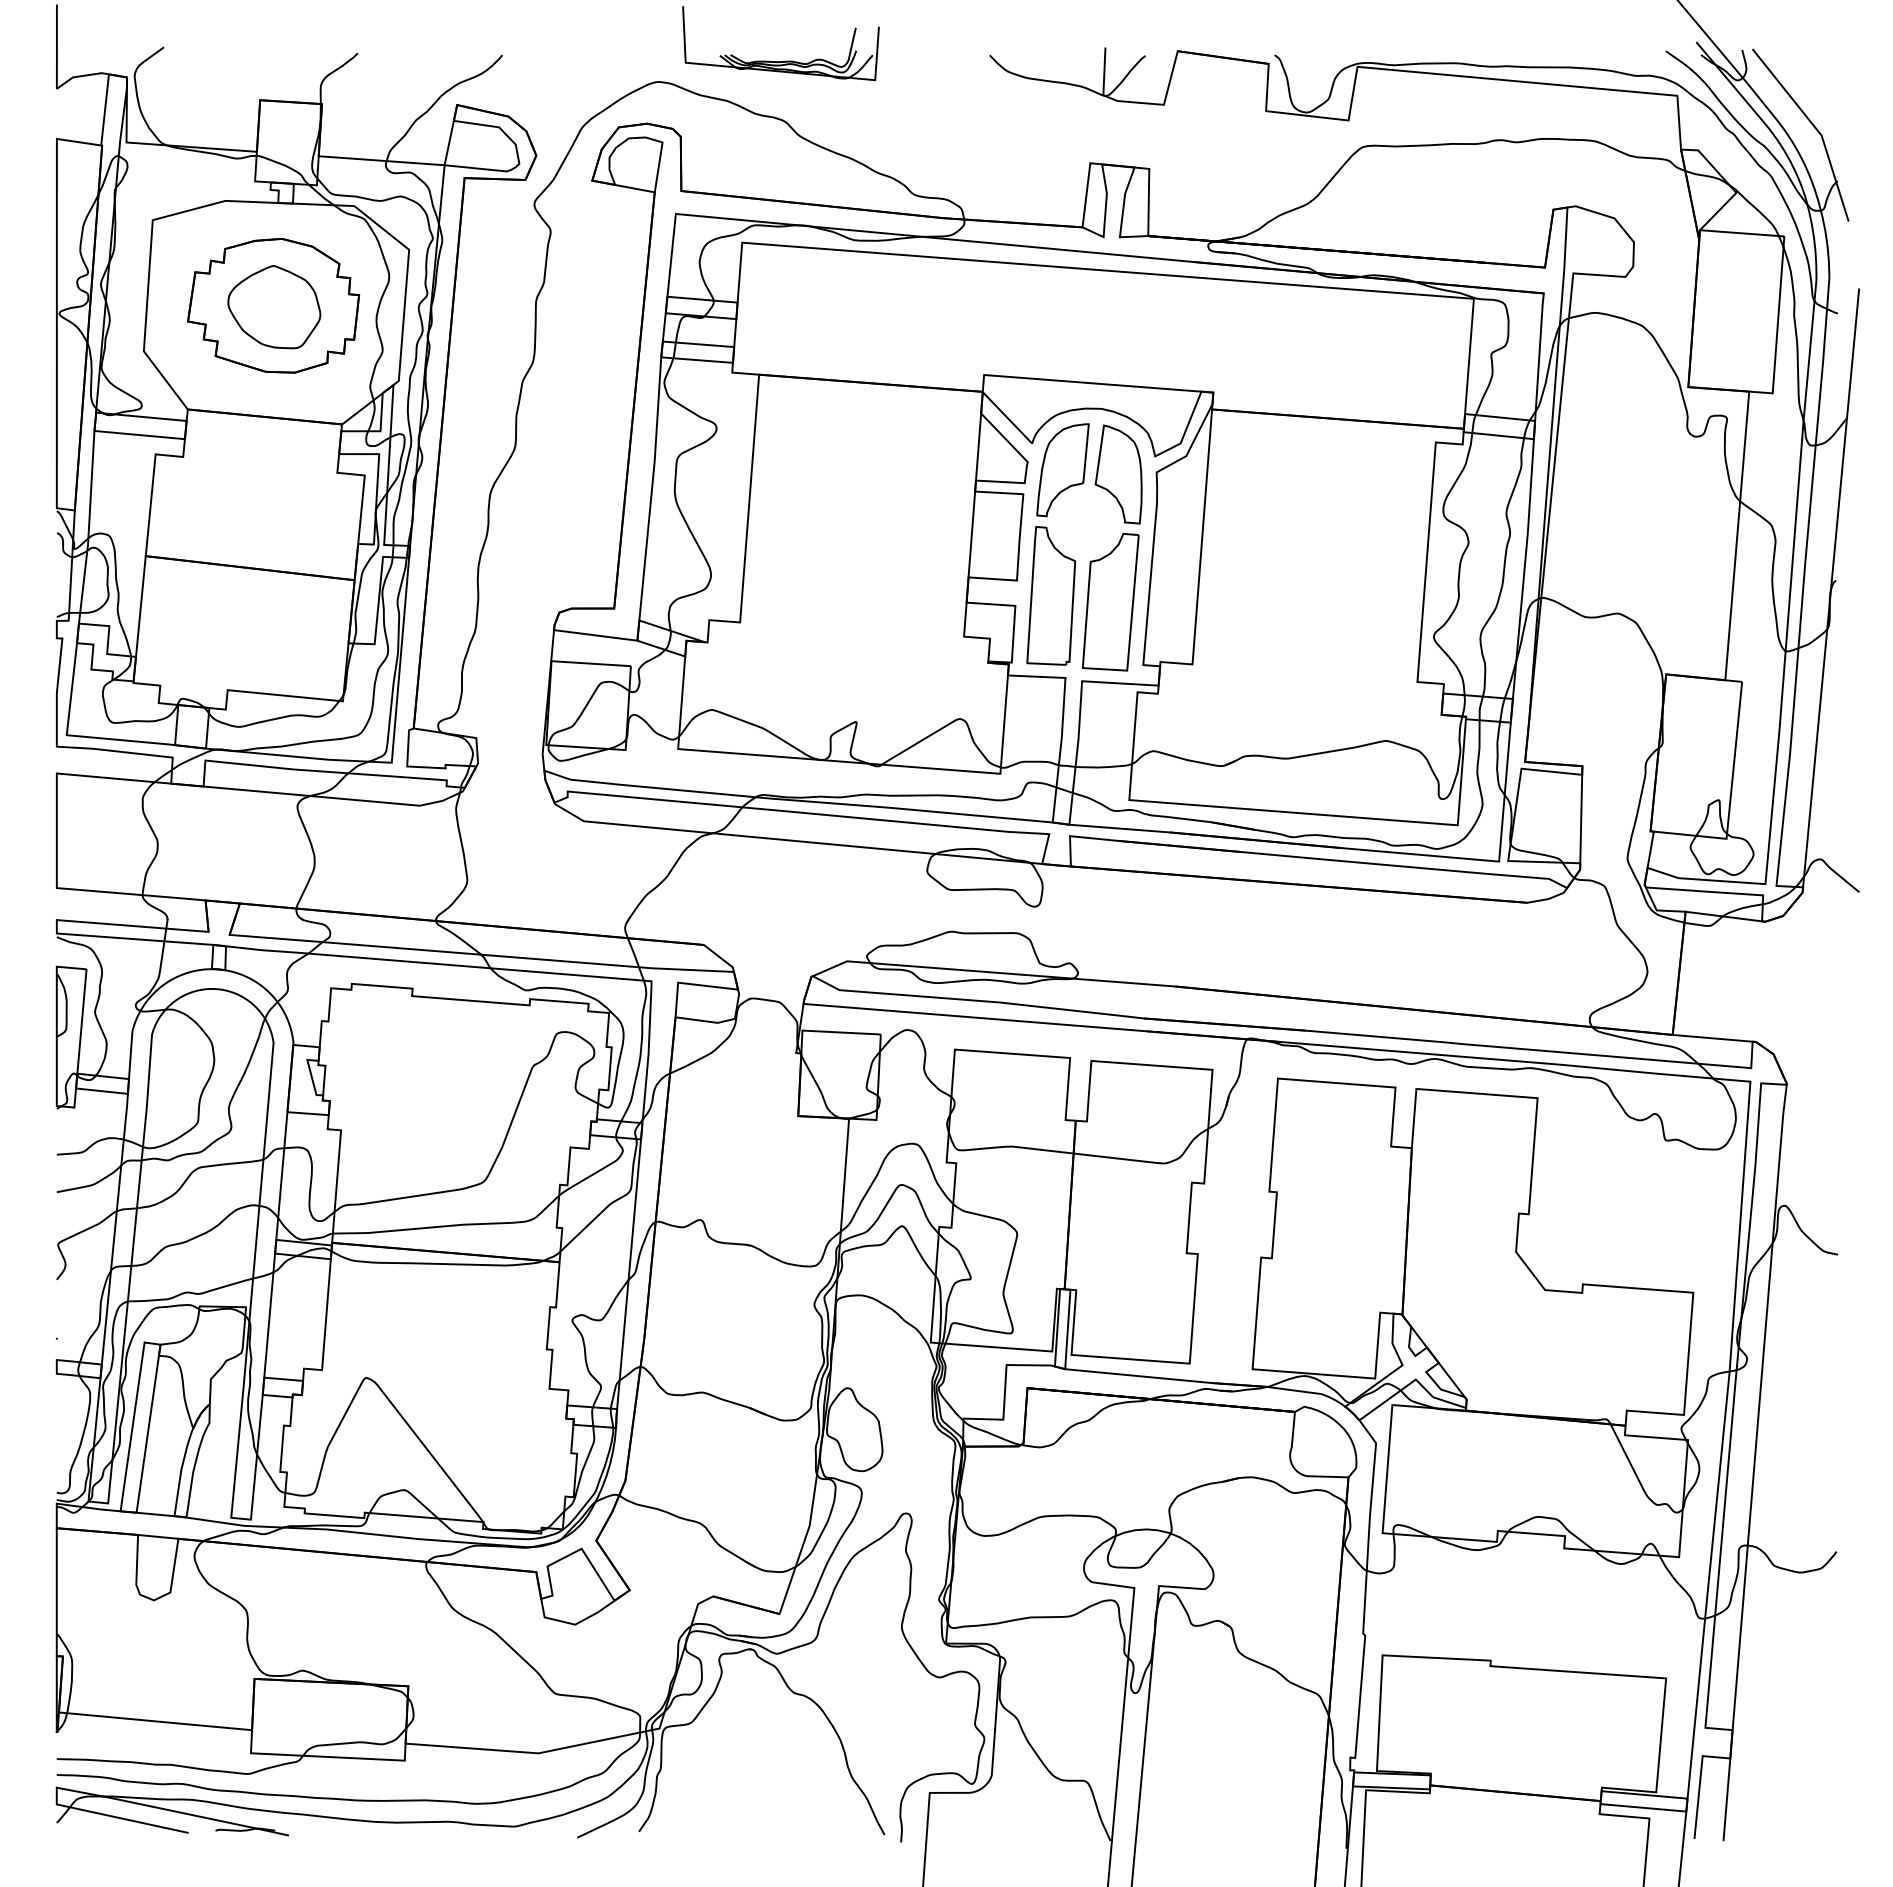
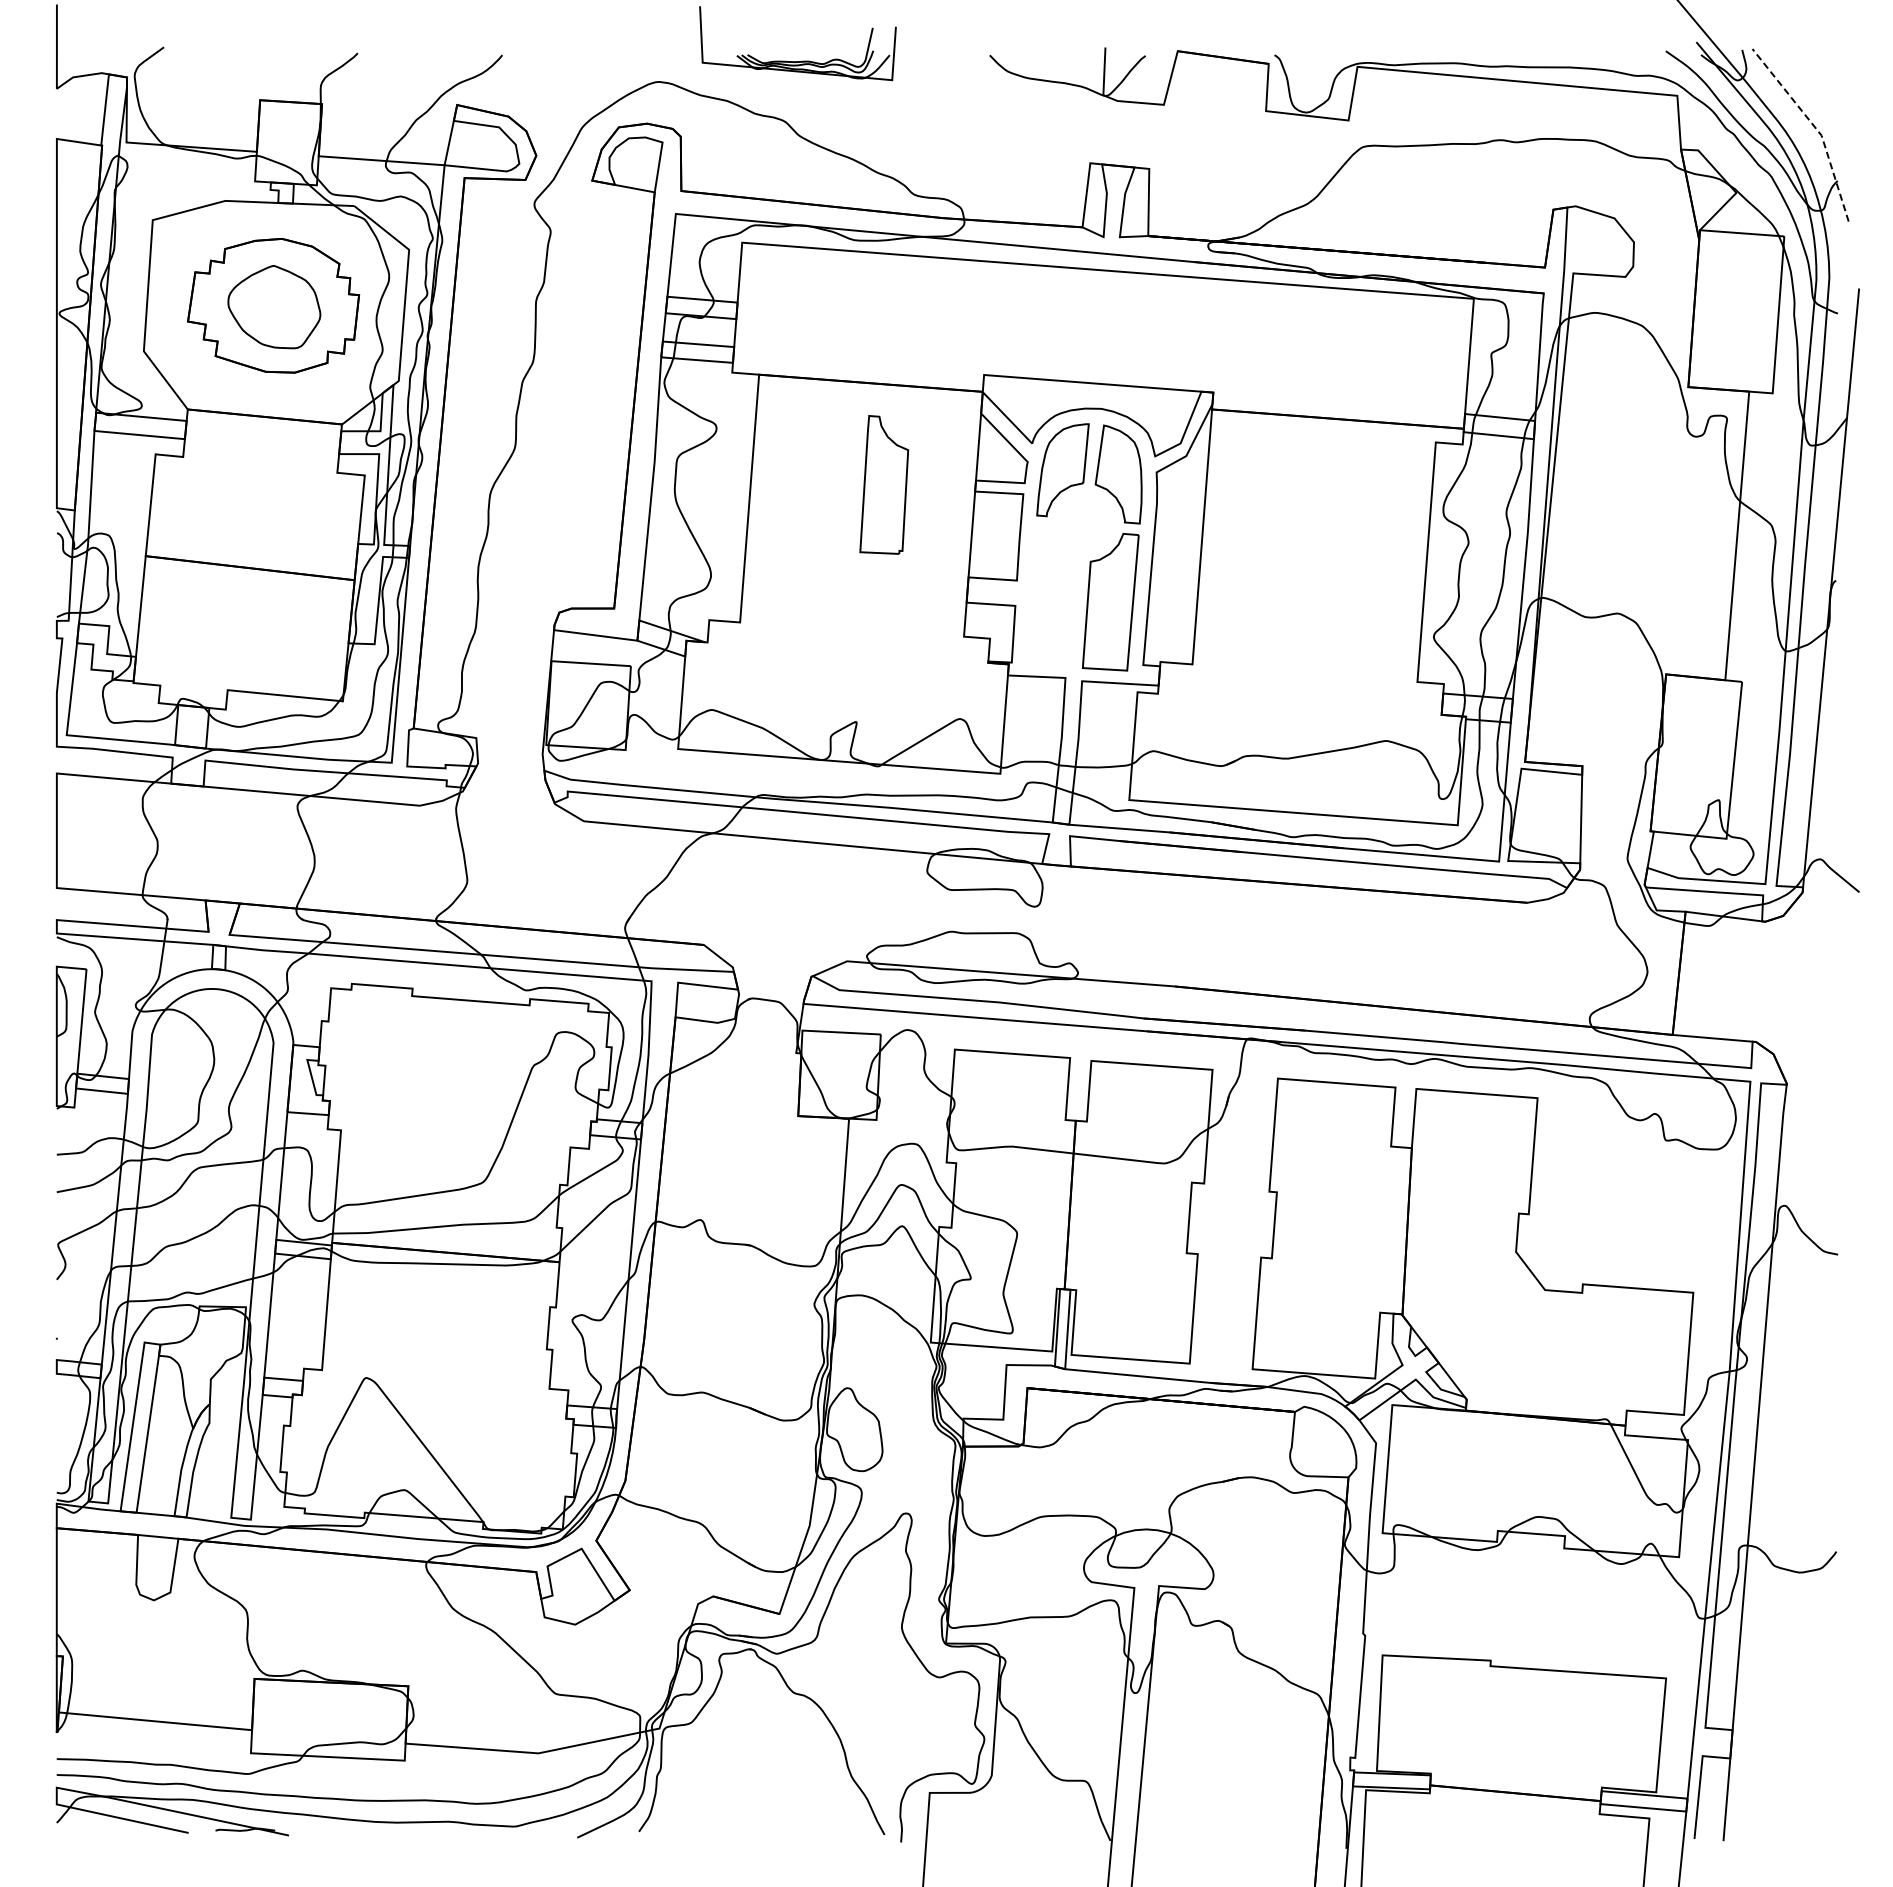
part at (785, 60) position: (785, 60) -> (802, 60)
line at (1815, 127): solid -> dashed
part at (1051, 595) position: (1051, 595) -> (884, 484)
